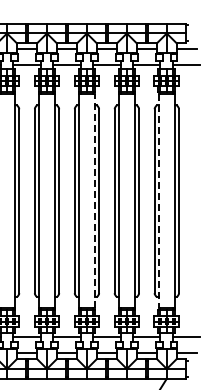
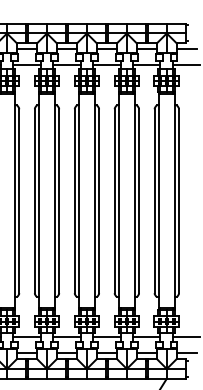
line at (94, 201): dashed -> solid
line at (159, 201): dashed -> solid
